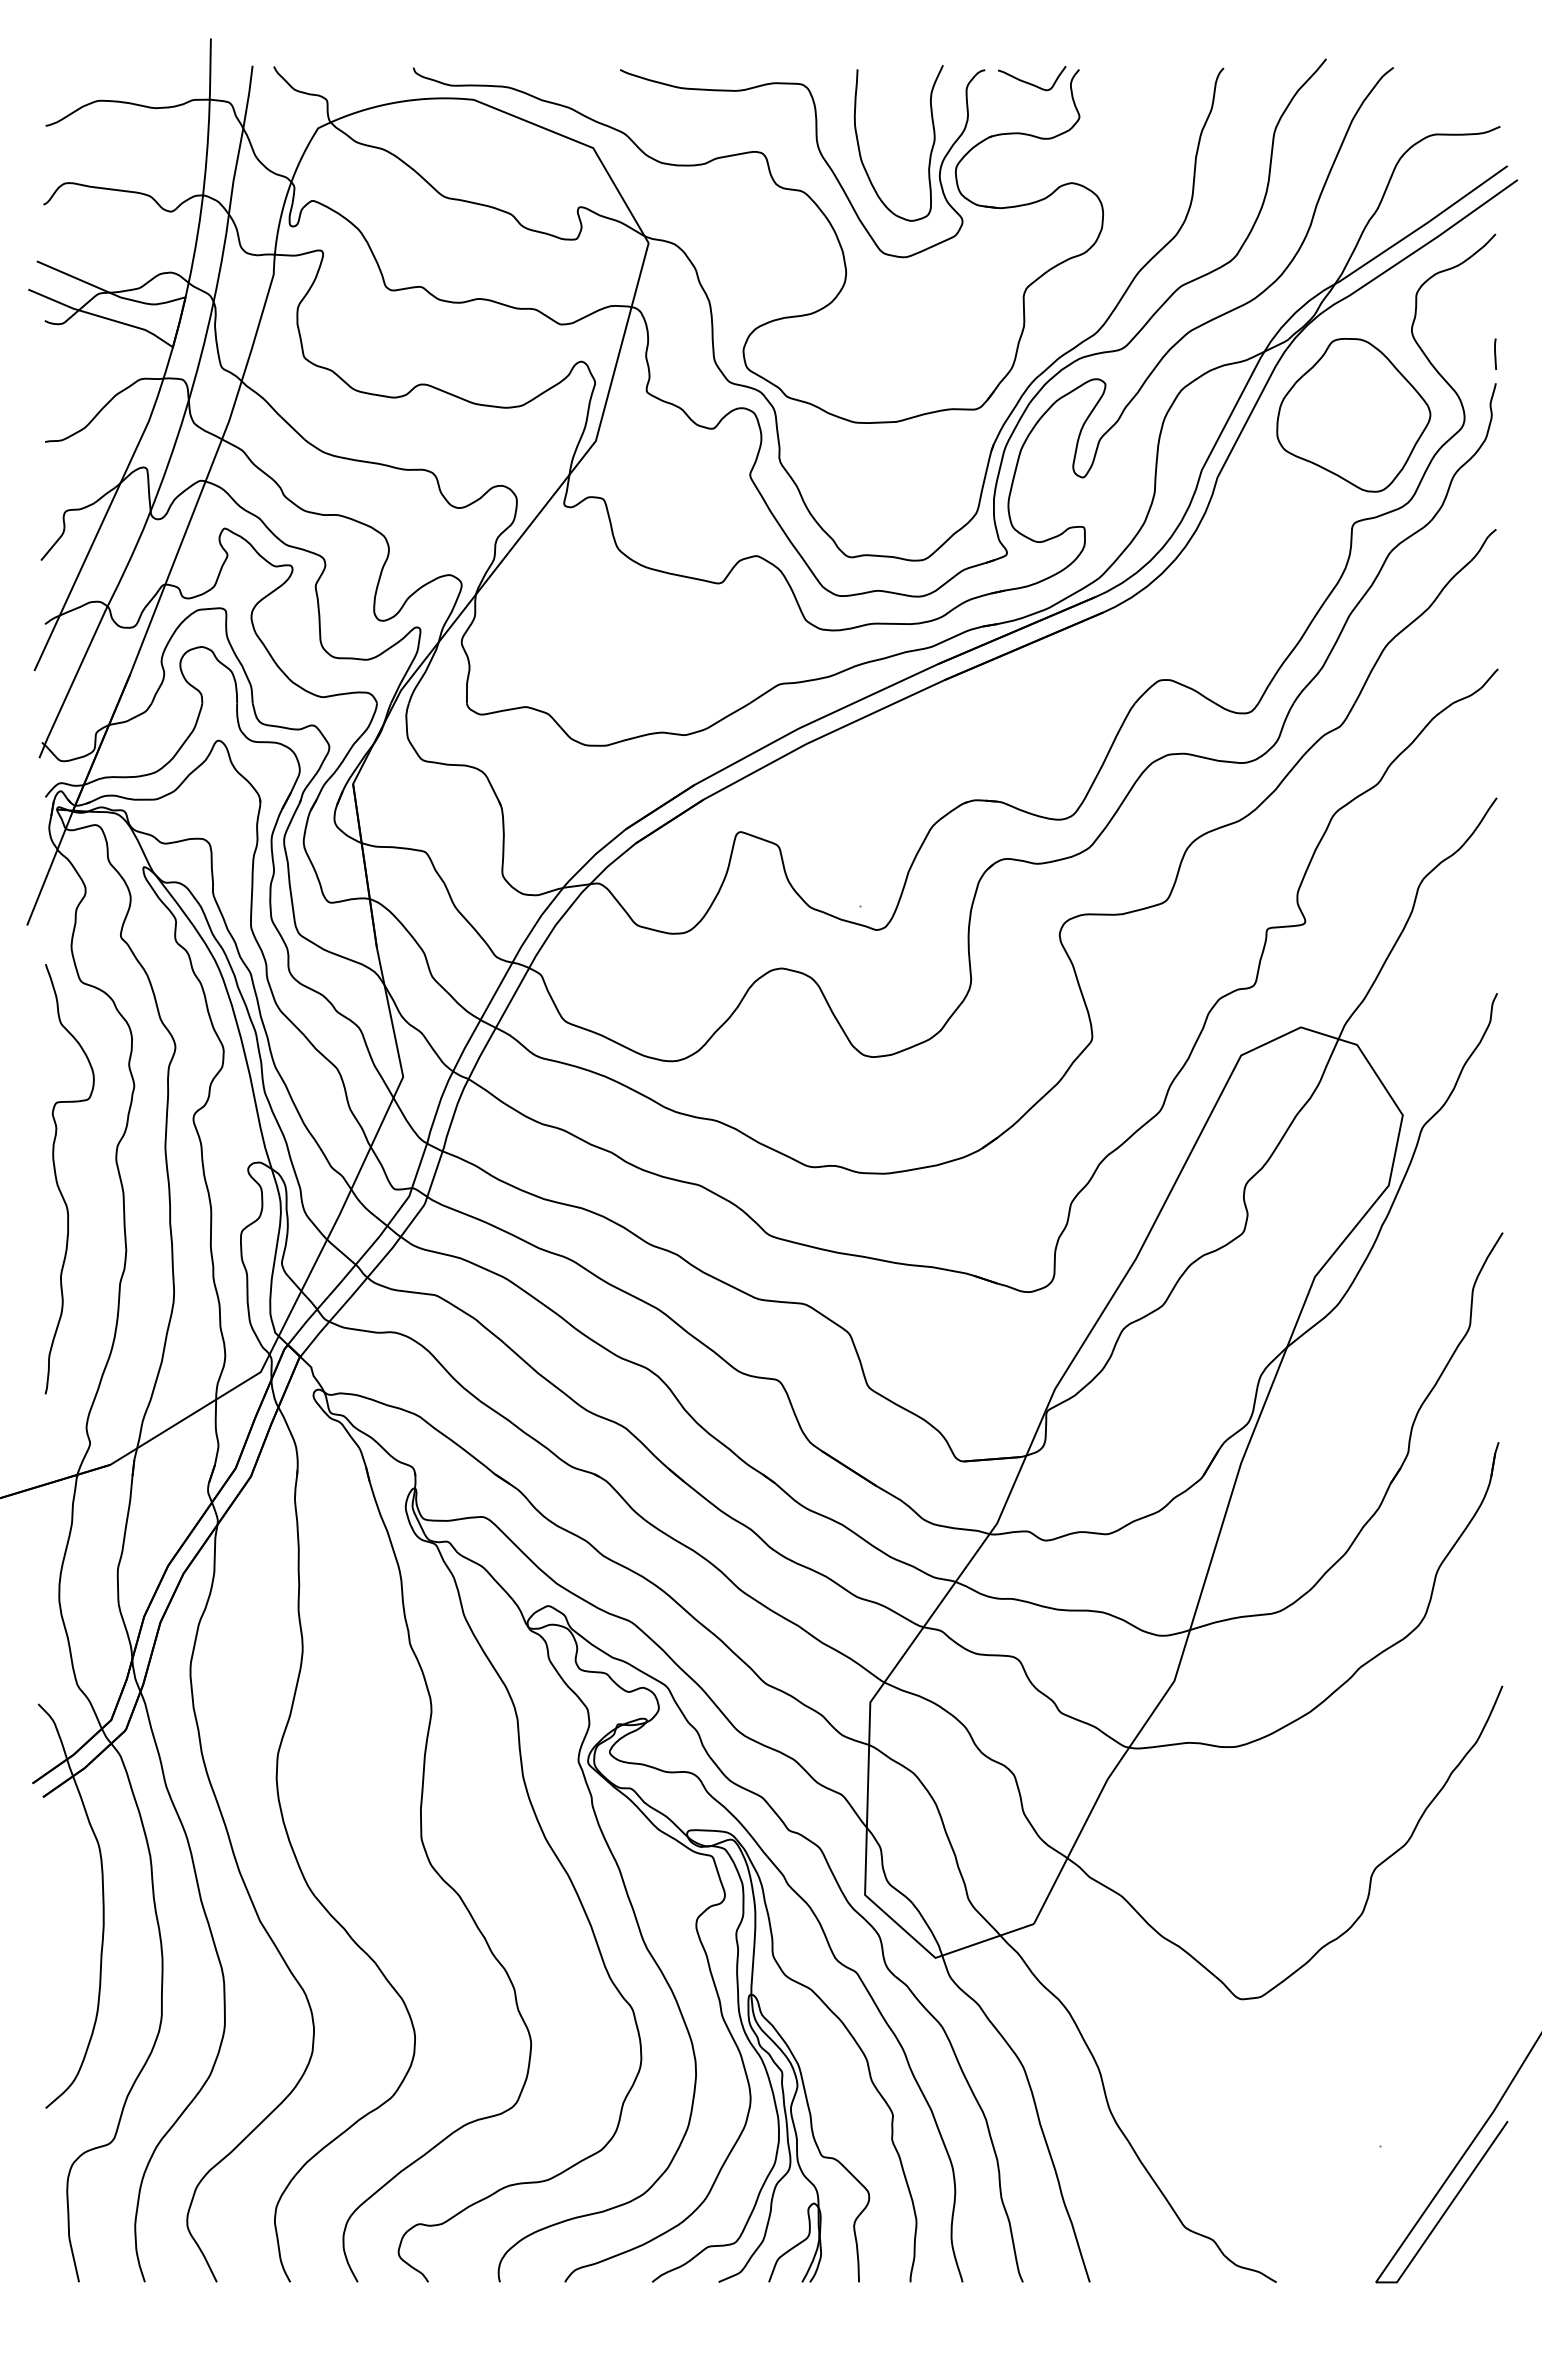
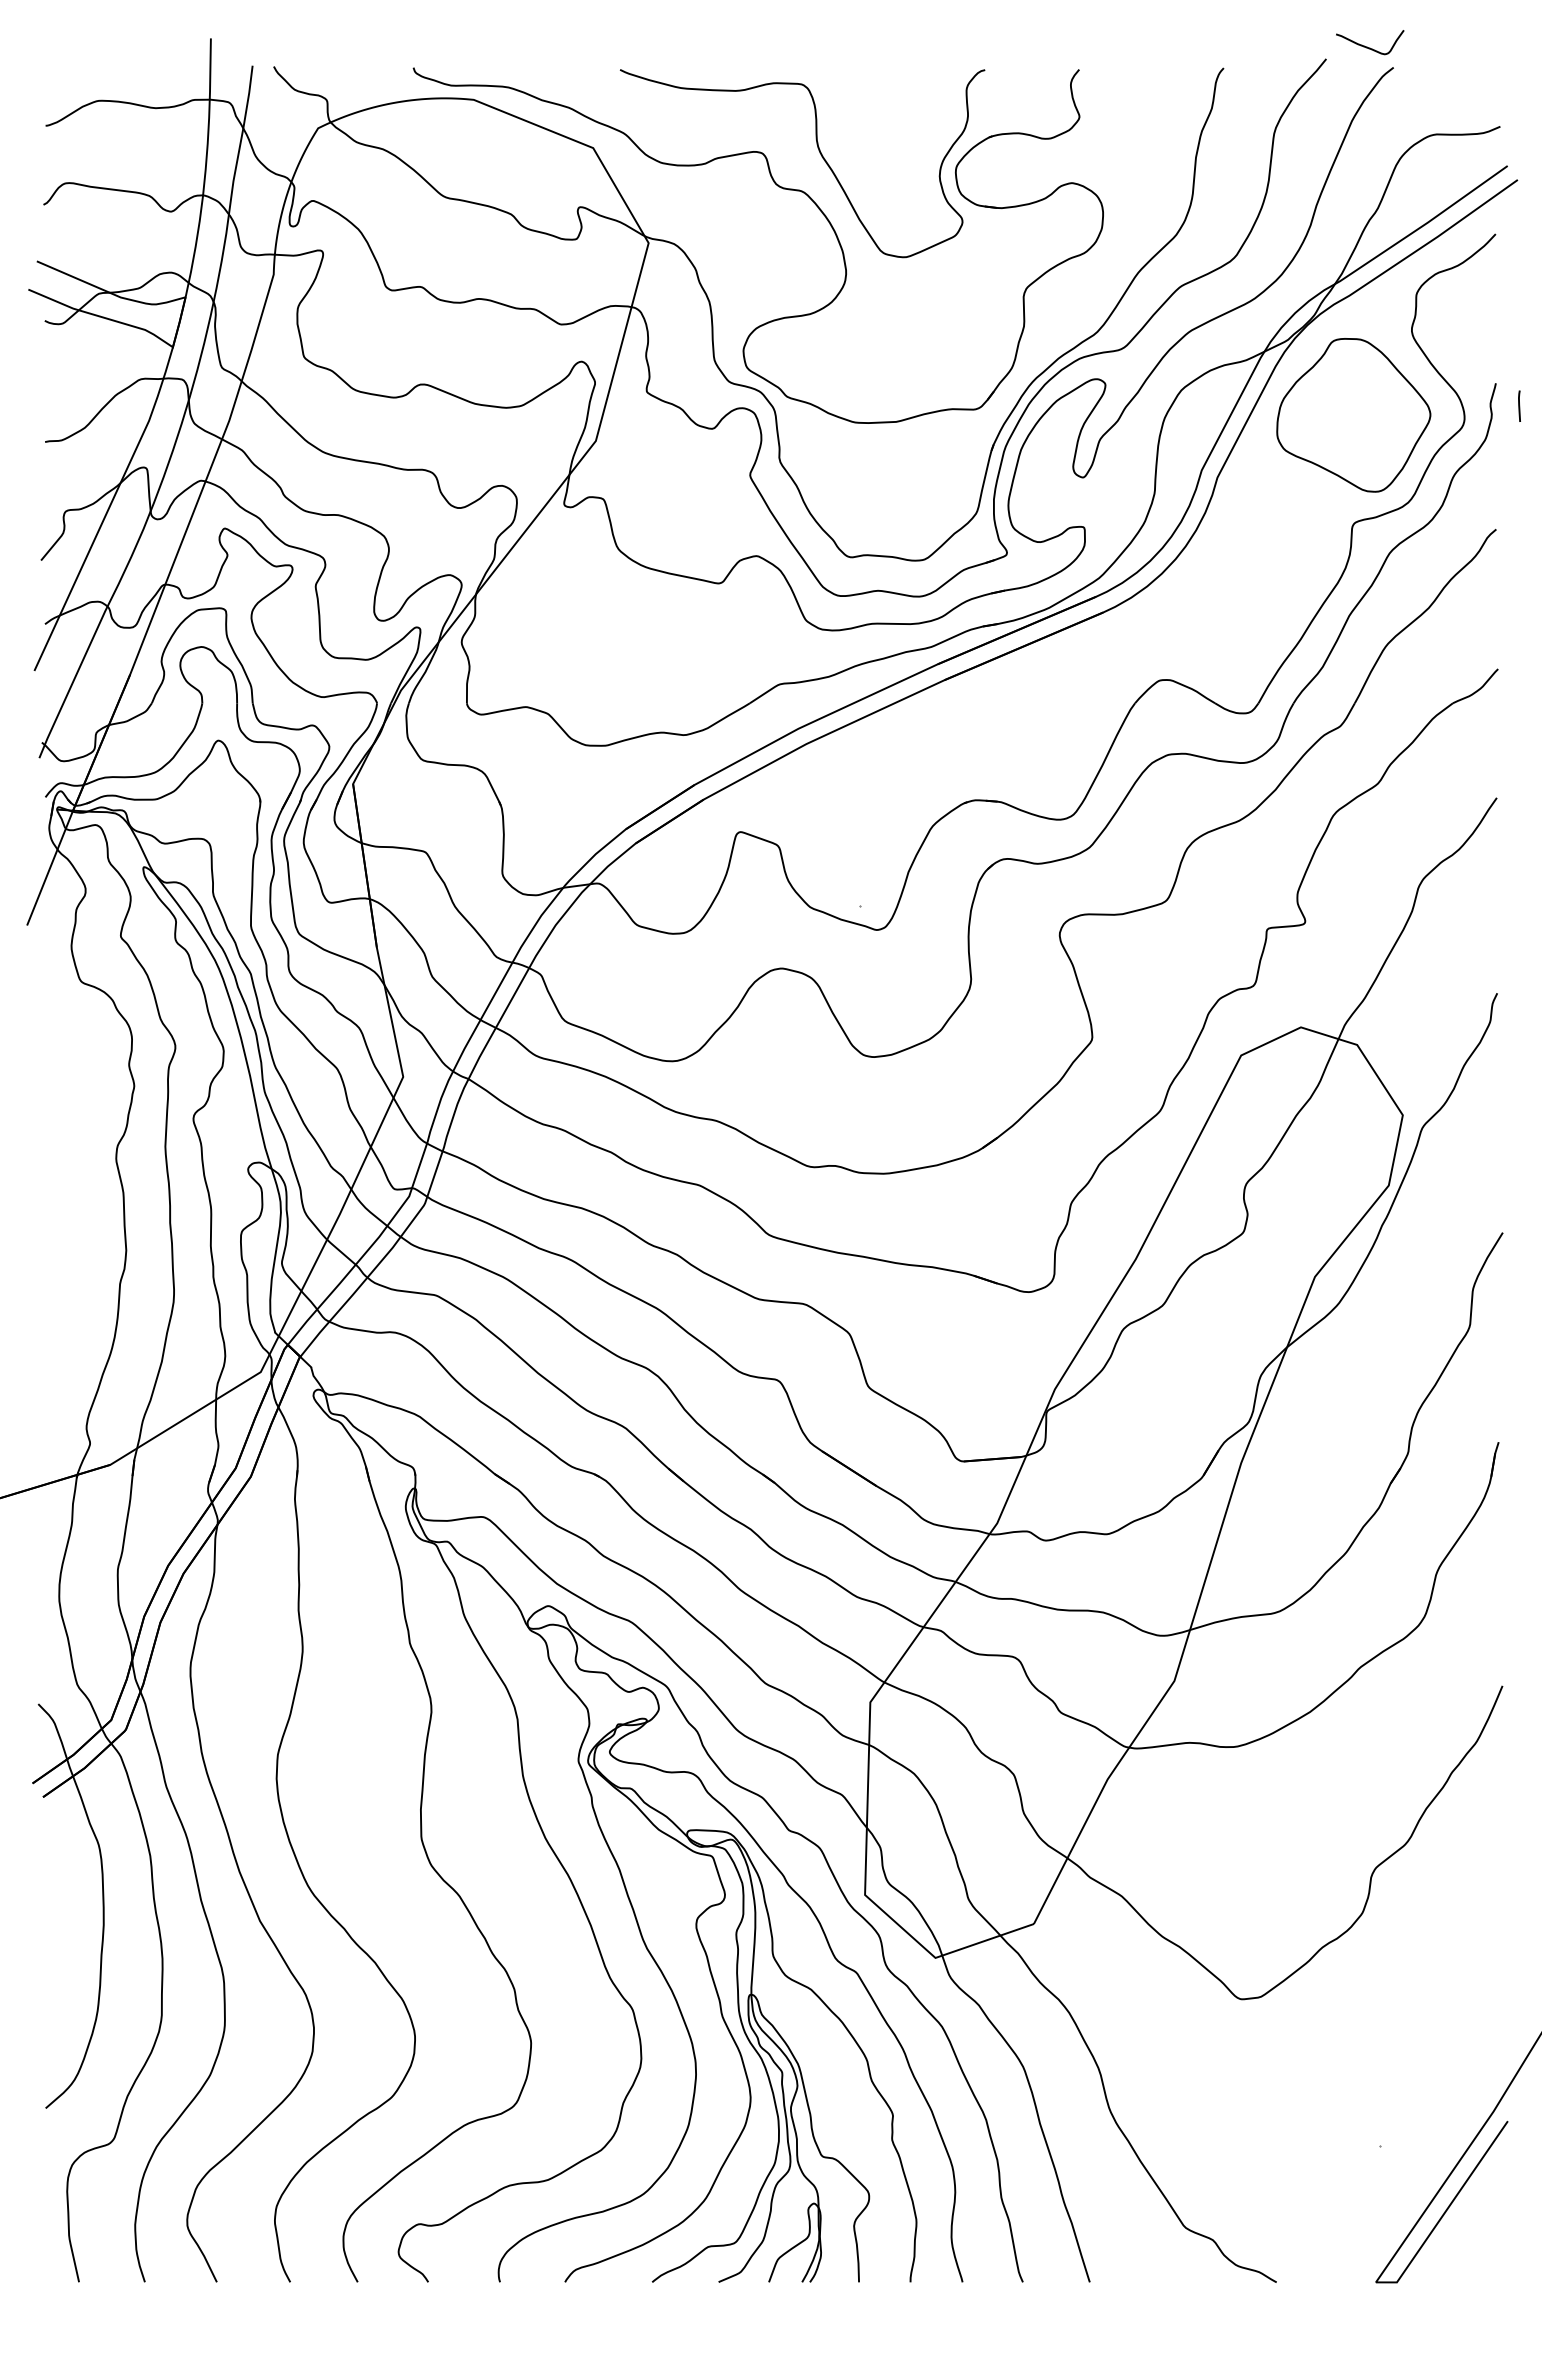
curve at (1029, 82) position: (1029, 82) -> (1367, 46)
curve at (930, 151): present -> none
line at (1495, 353) position: (1495, 353) -> (1519, 405)
curve at (58, 1183): present -> none
